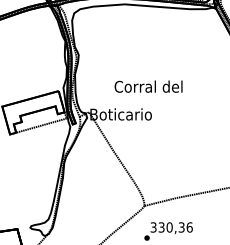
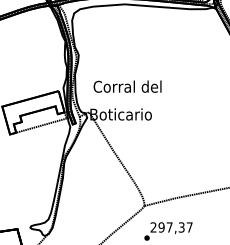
text at (148, 86) position: (148, 86) -> (127, 86)
text at (171, 227): 330,36 -> 297,37
